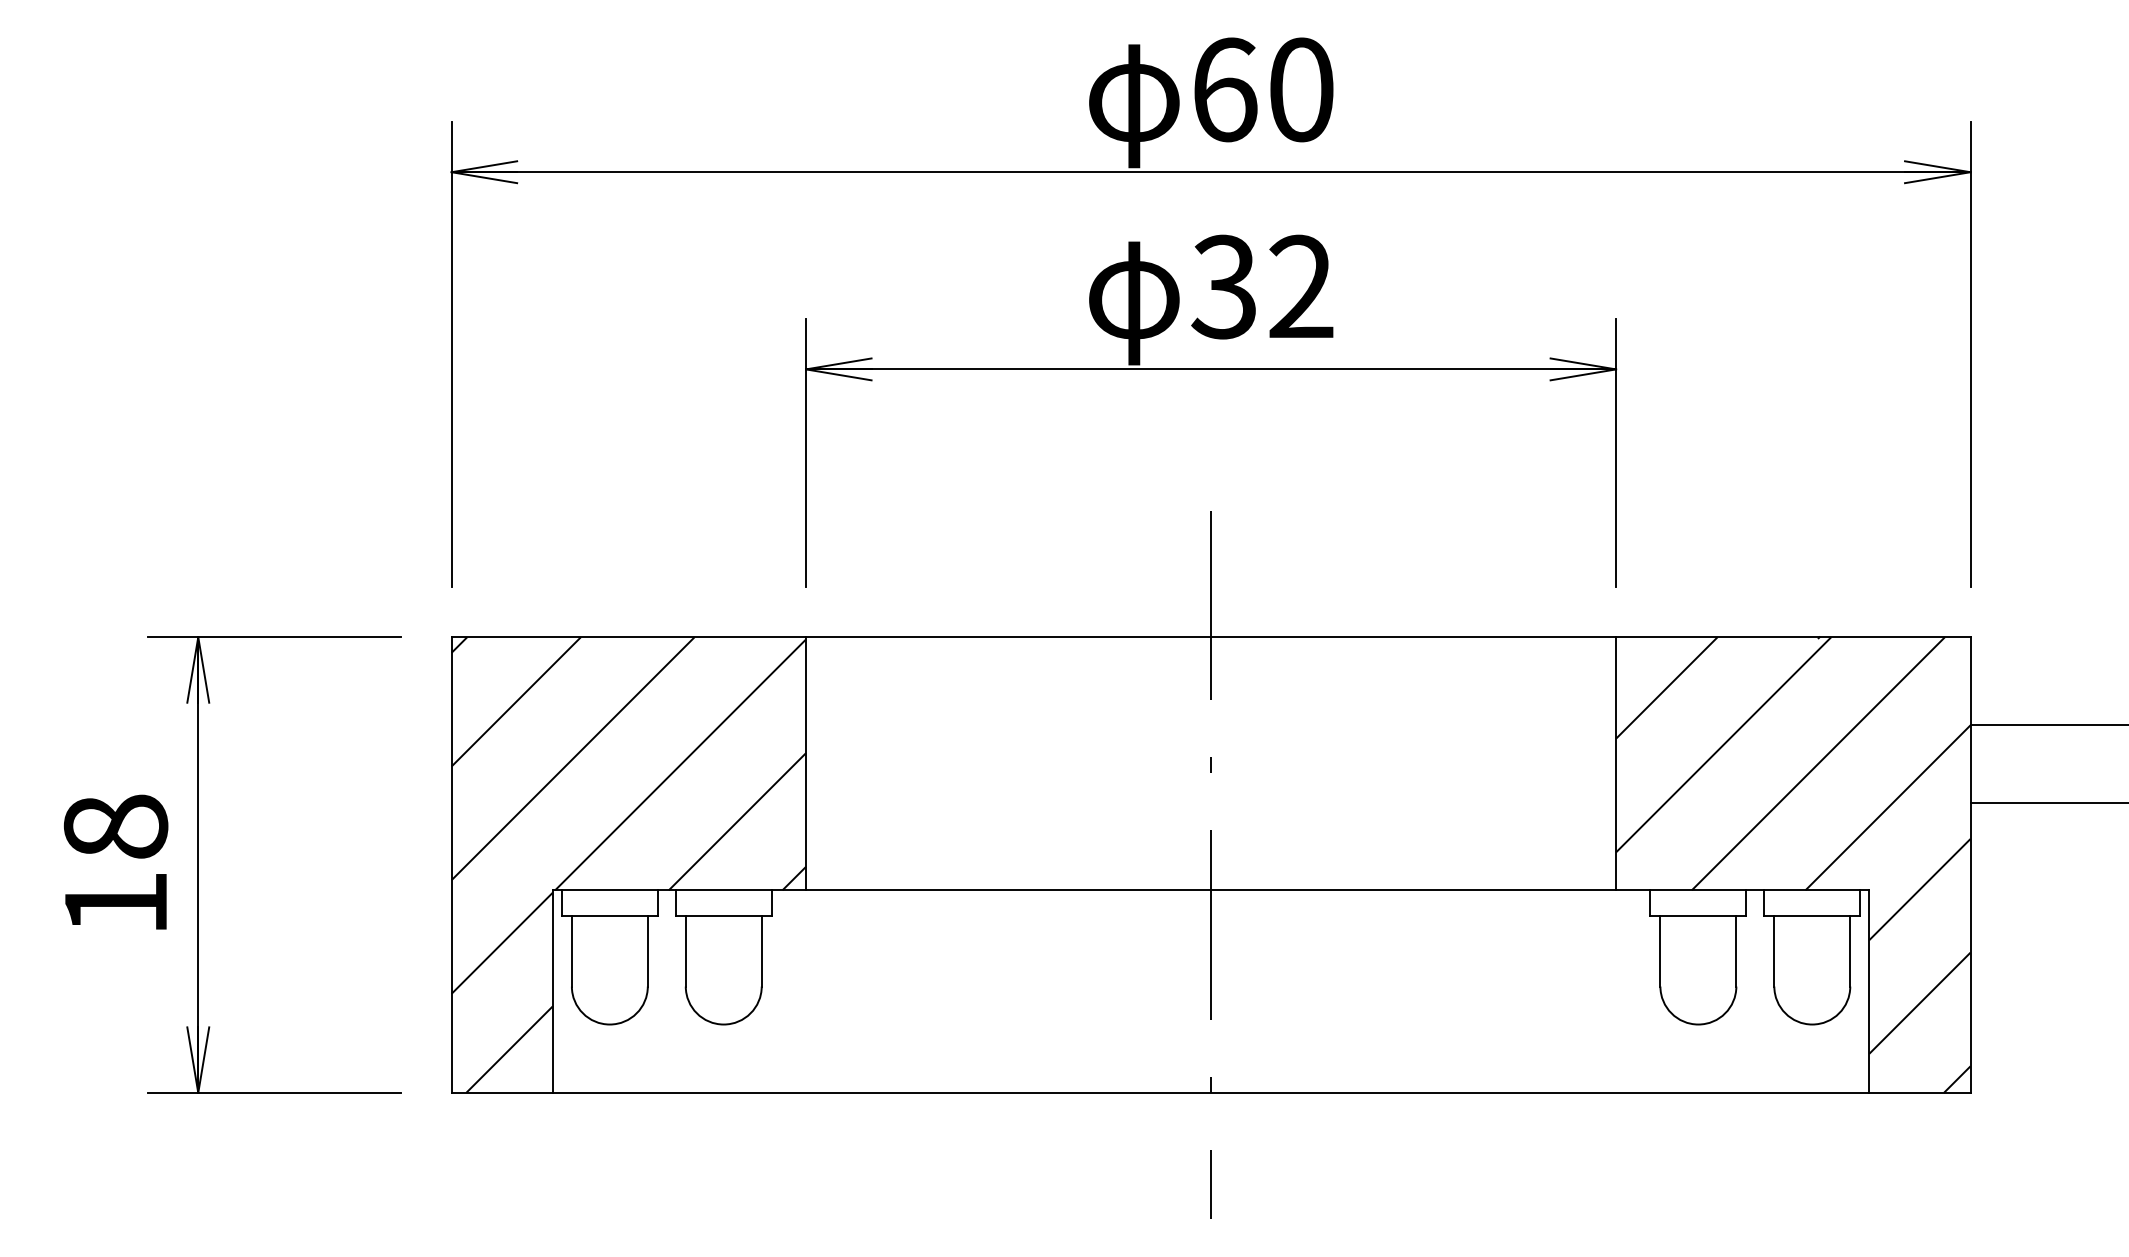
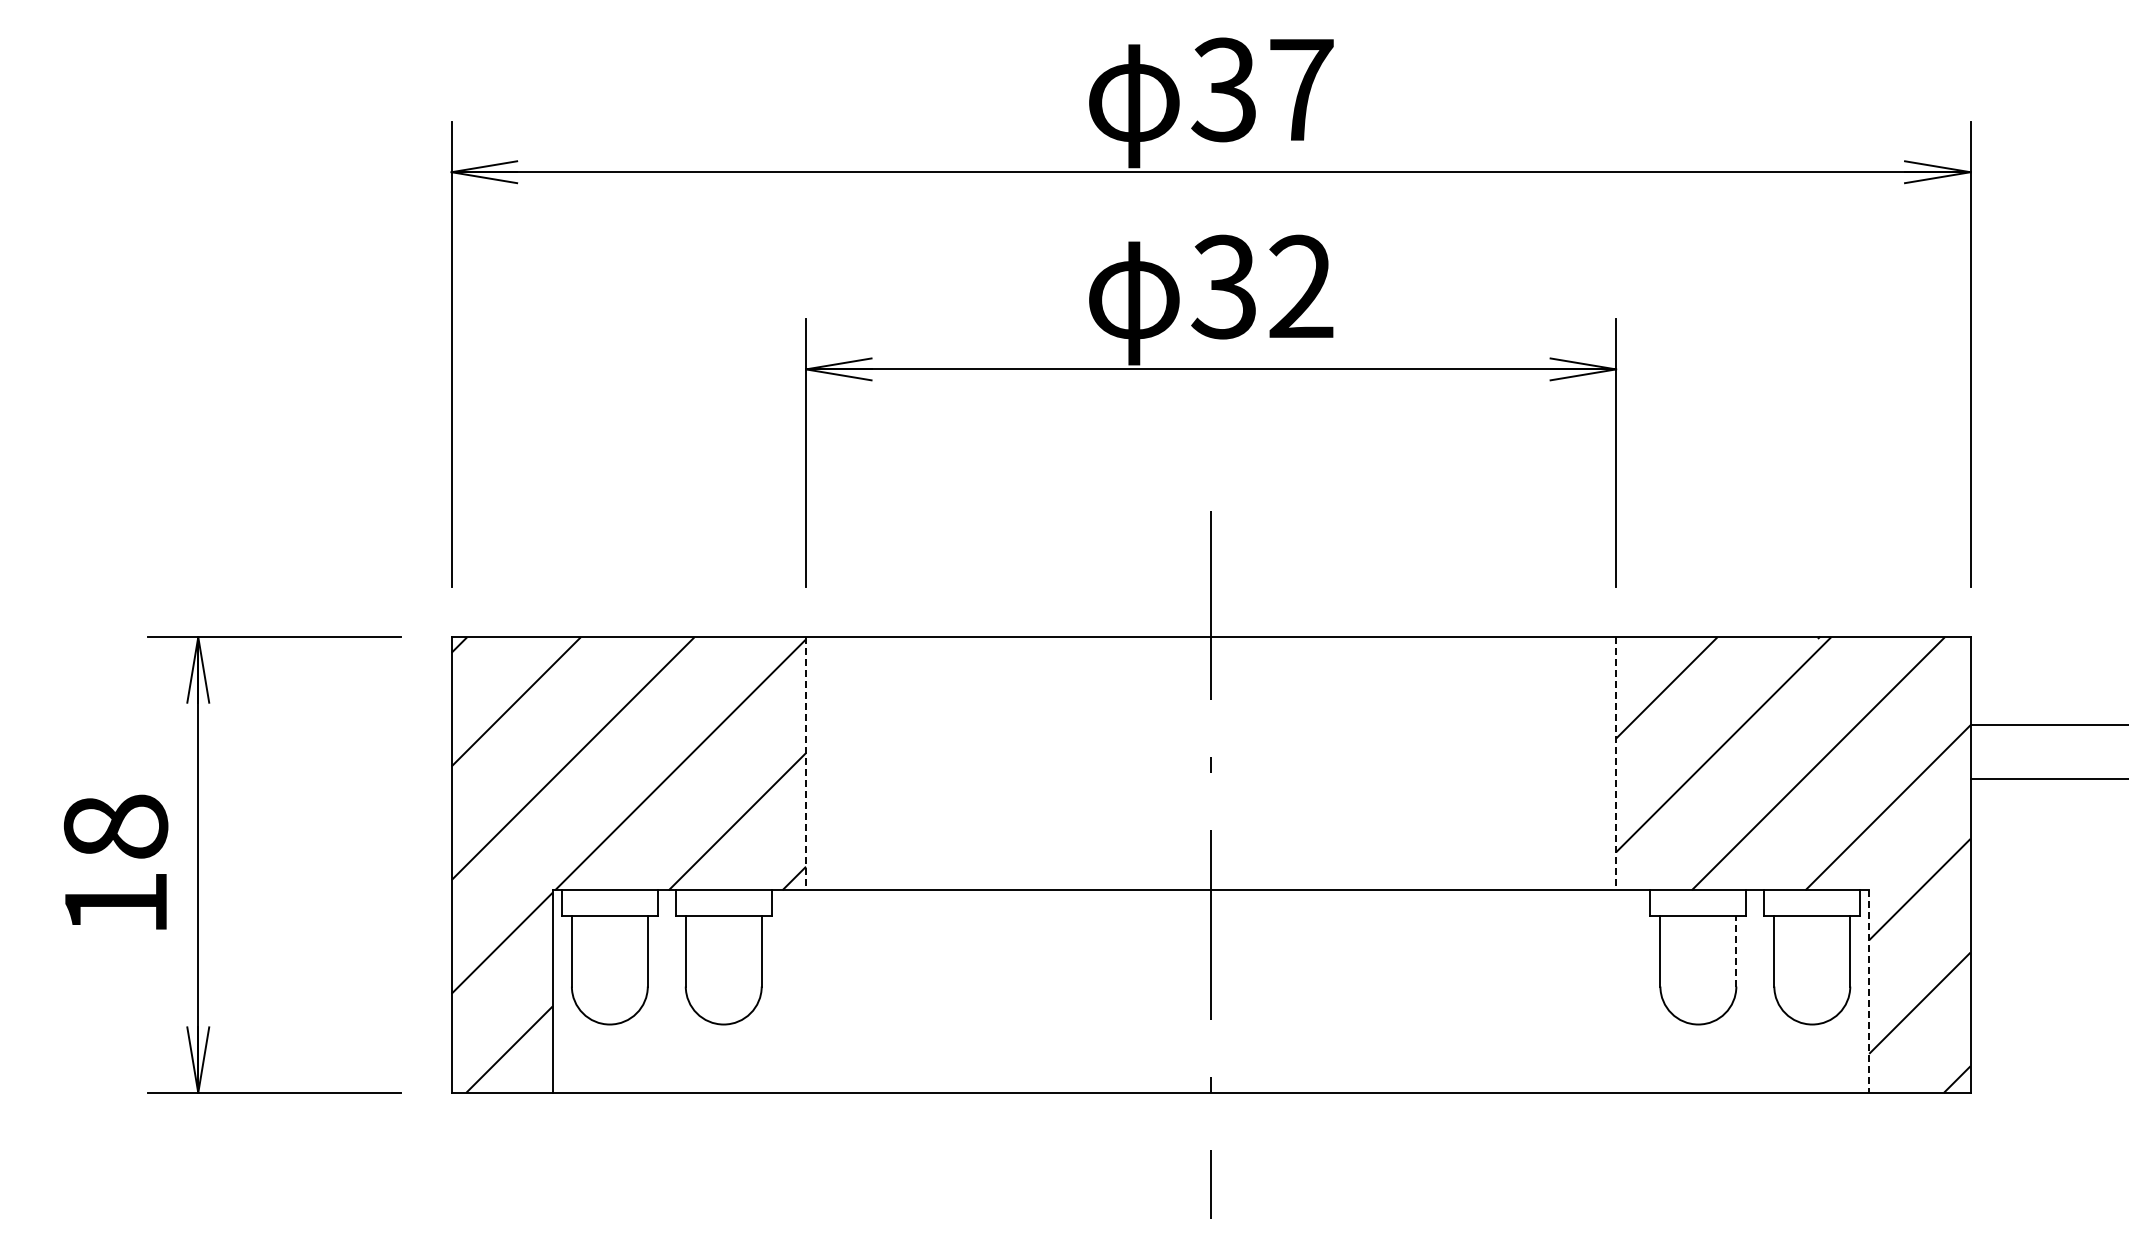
text at (1262, 89): 60 -> 37
line at (806, 763): solid -> dashed
line at (1616, 763): solid -> dashed
line at (2047, 803) position: (2047, 803) -> (2047, 779)
line at (1736, 950): solid -> dashed
line at (1869, 992): solid -> dashed
